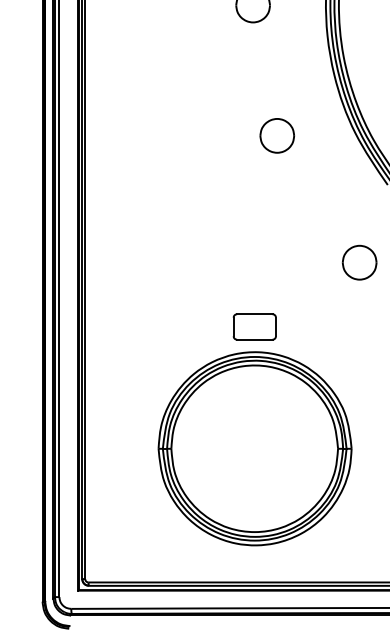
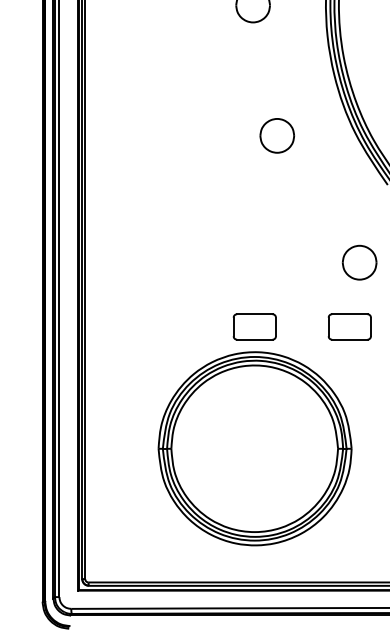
part at (349, 326): none -> present
